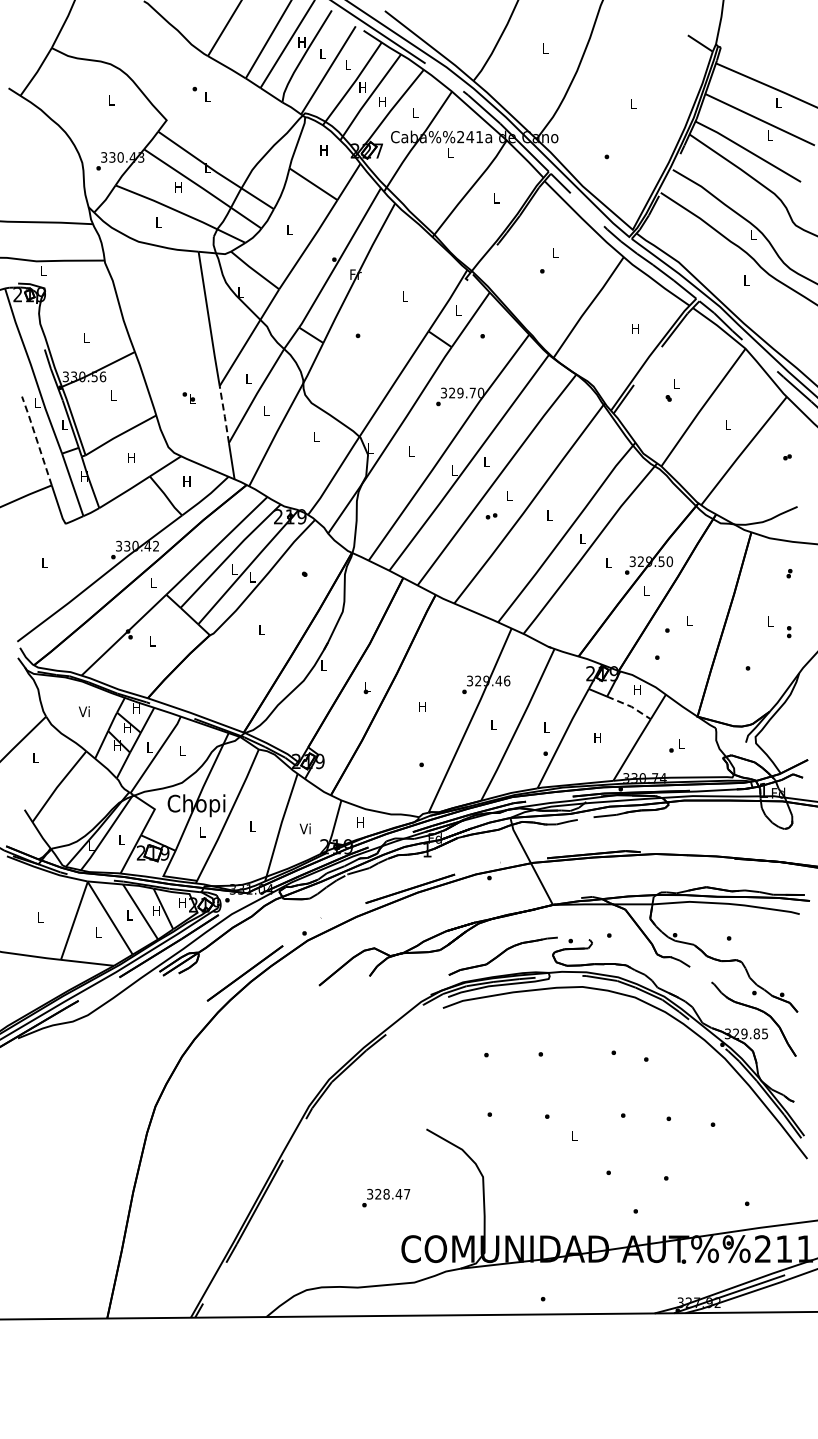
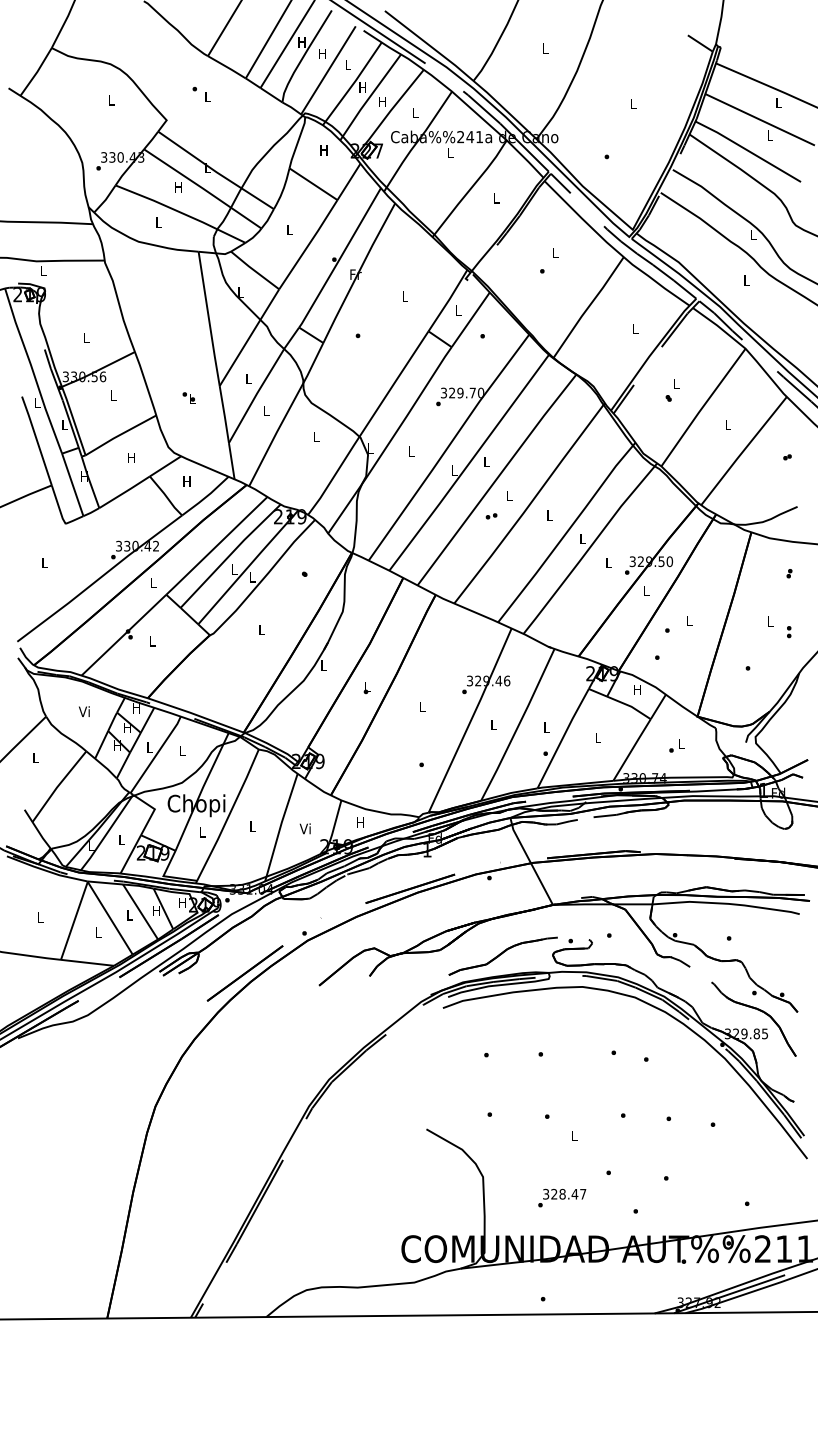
text at (322, 53): L -> H
text at (635, 328): H -> L
line at (224, 414): dashed -> solid
line at (36, 439): dashed -> solid
text at (422, 706): H -> L
line at (630, 706): dashed -> solid
text at (597, 737): H -> L
text at (386, 1197) position: (386, 1197) -> (562, 1197)
